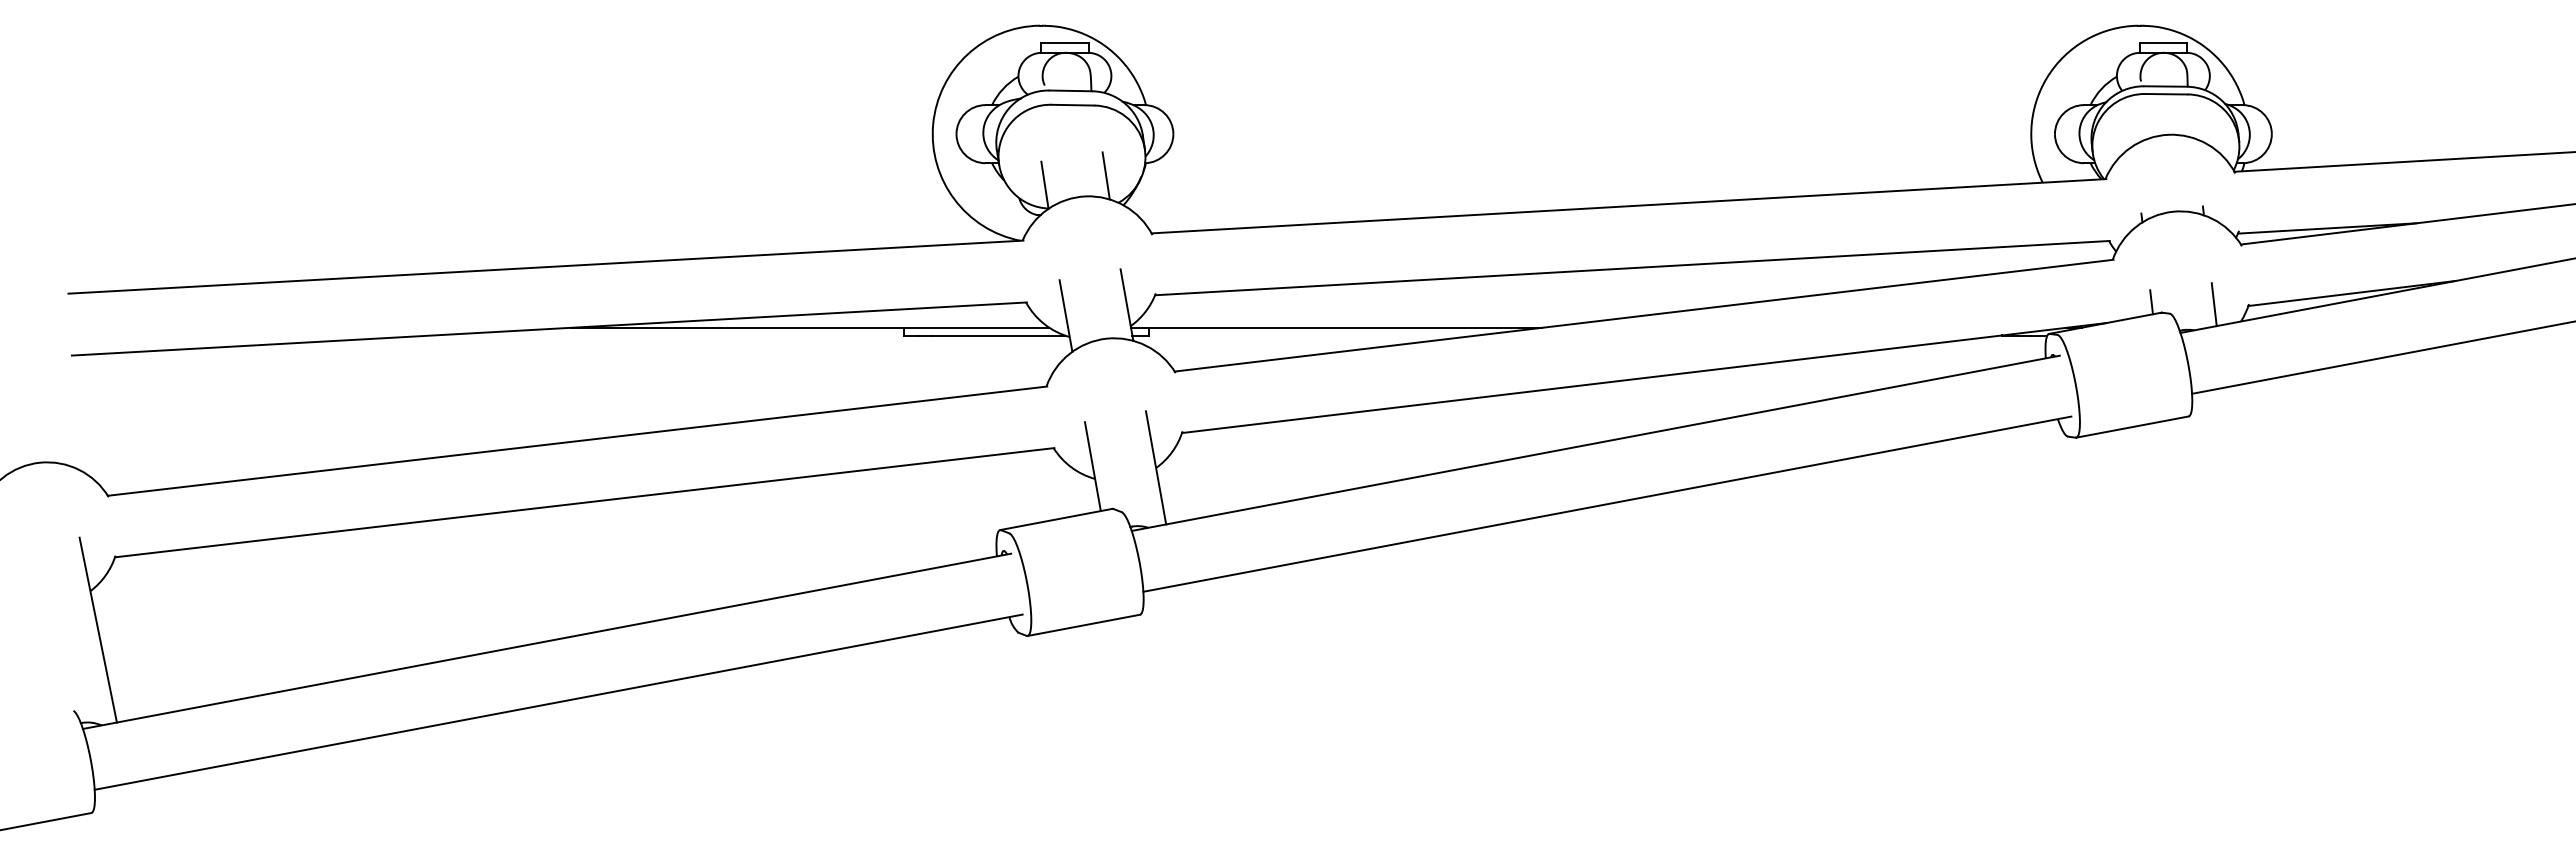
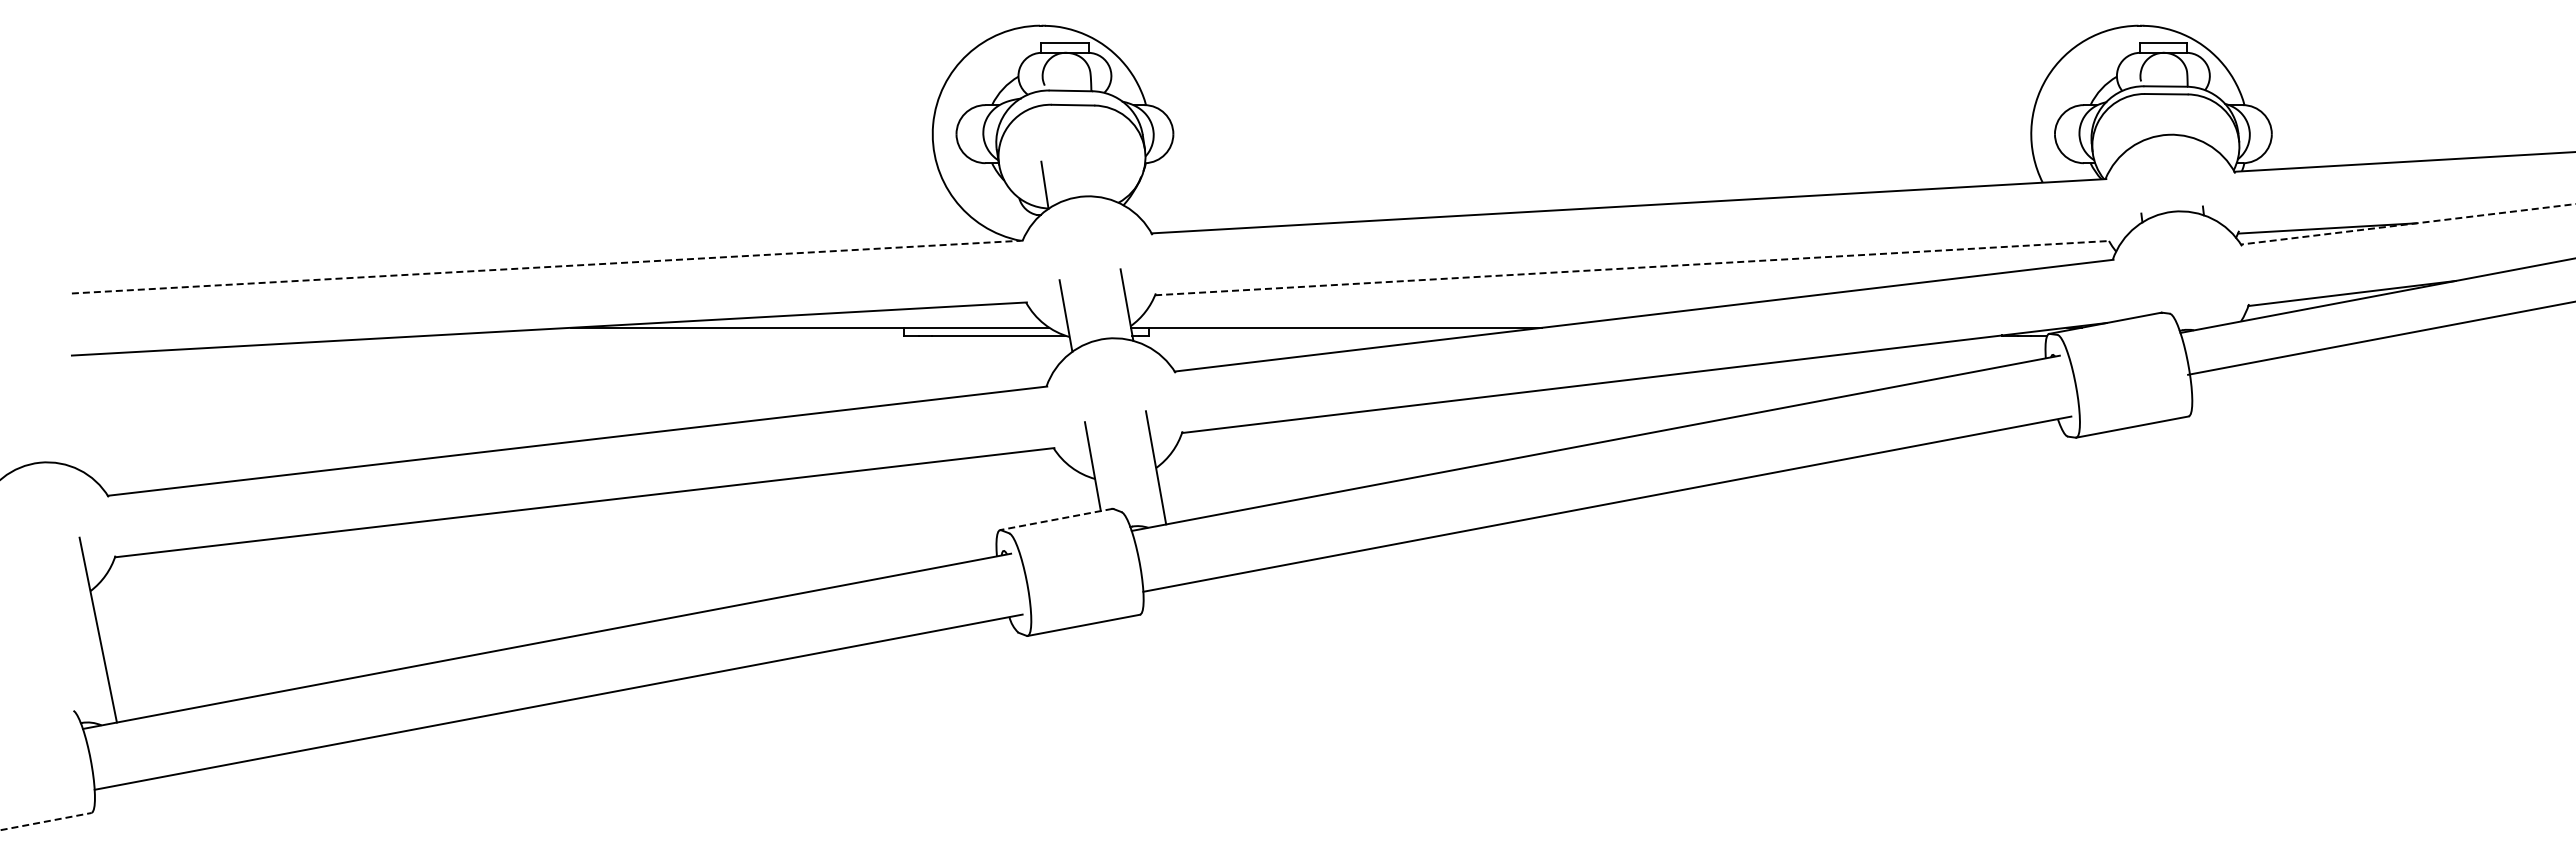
line at (1105, 175): present -> none
line at (2407, 224): solid -> dashed
line at (545, 267): solid -> dashed
line at (1632, 268): solid -> dashed
line at (2151, 302): present -> none
line at (2213, 304): present -> none
line at (2382, 357) position: (2382, 357) -> (2380, 338)
line at (1055, 519): solid -> dashed
line at (46, 821): solid -> dashed
